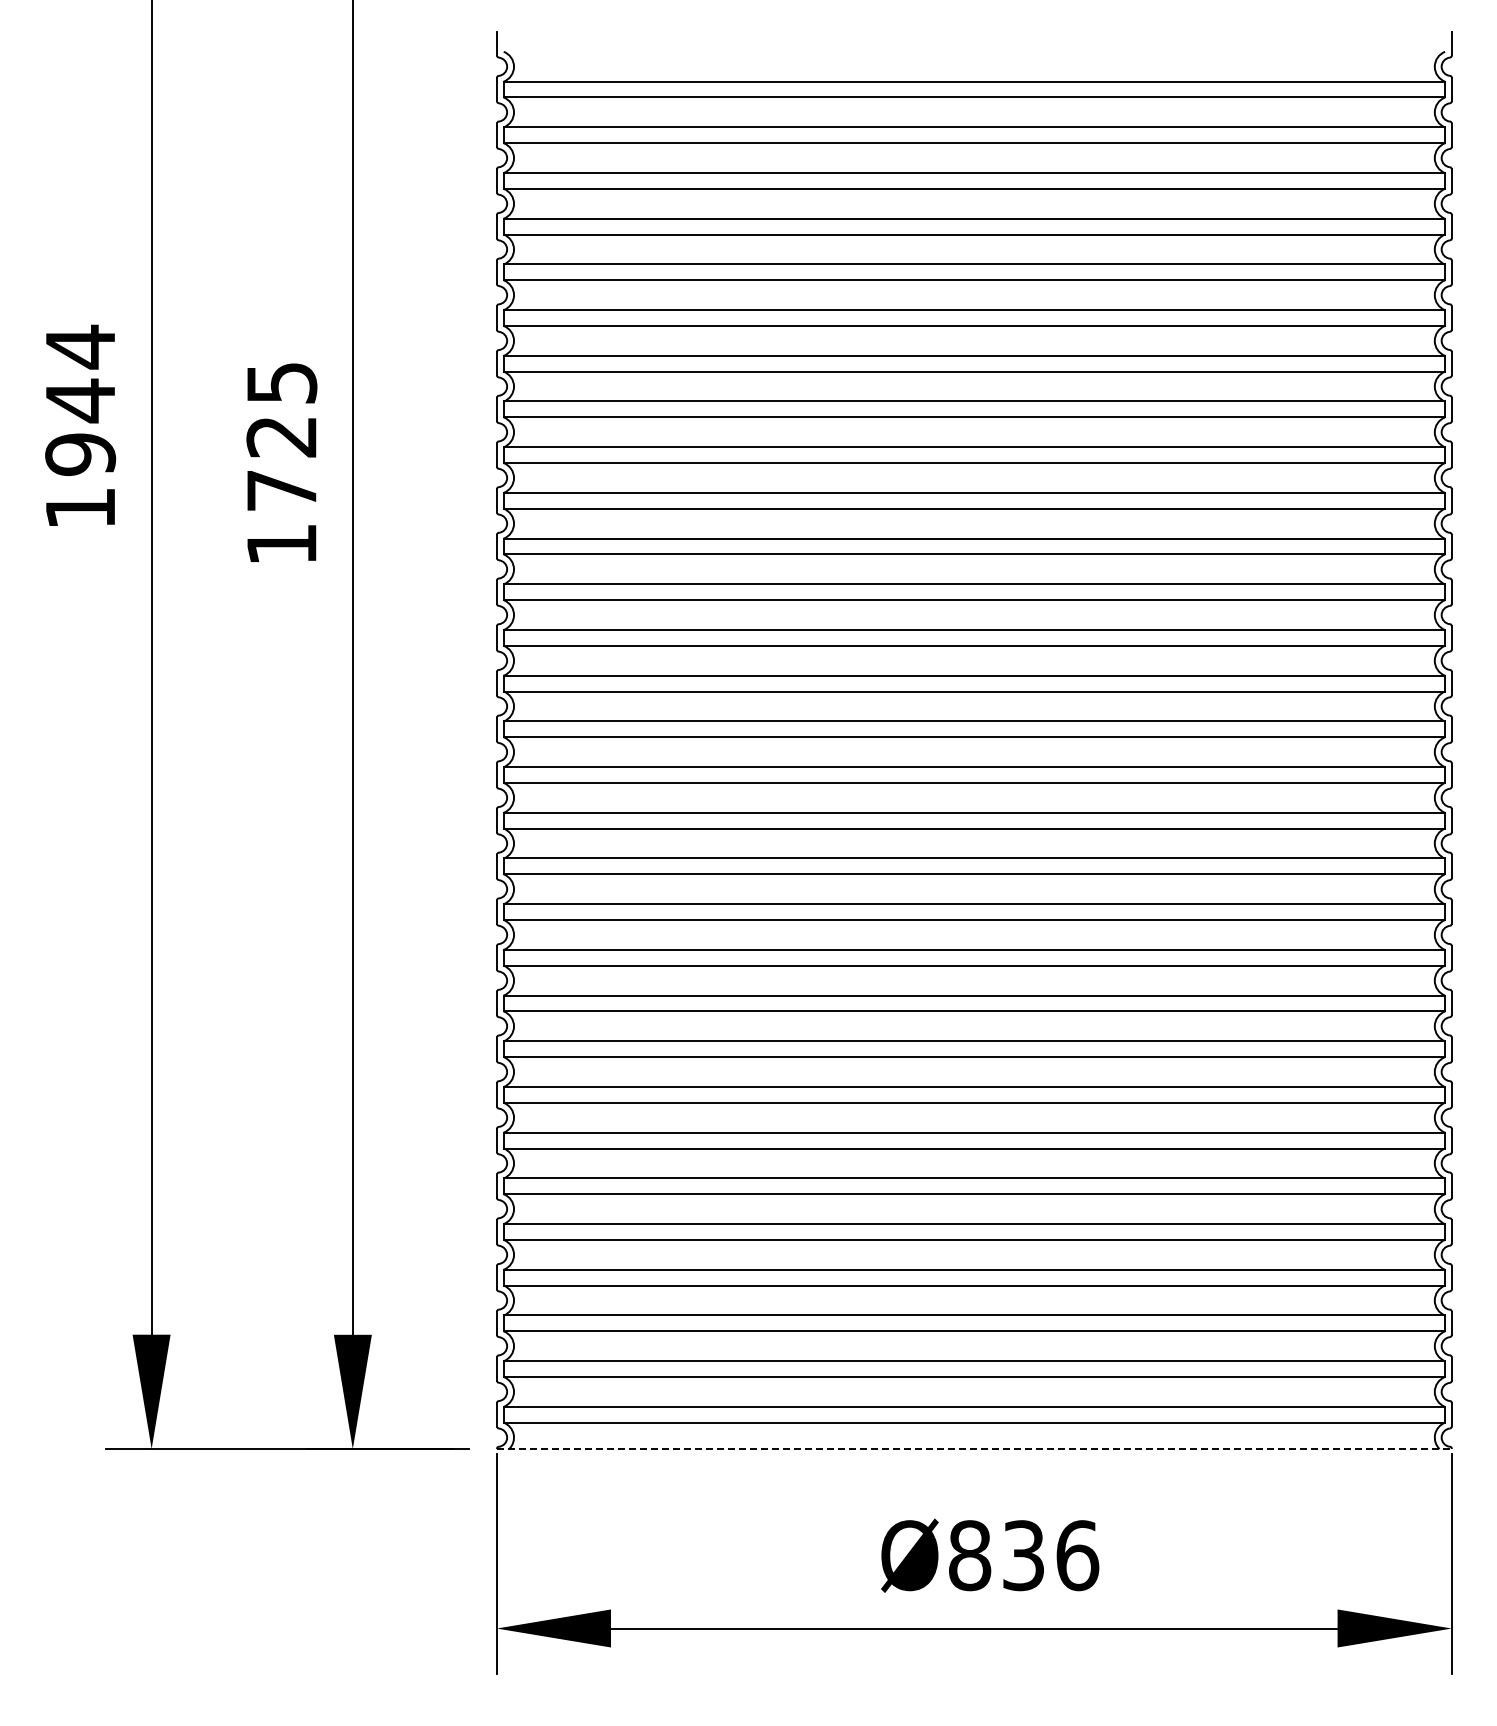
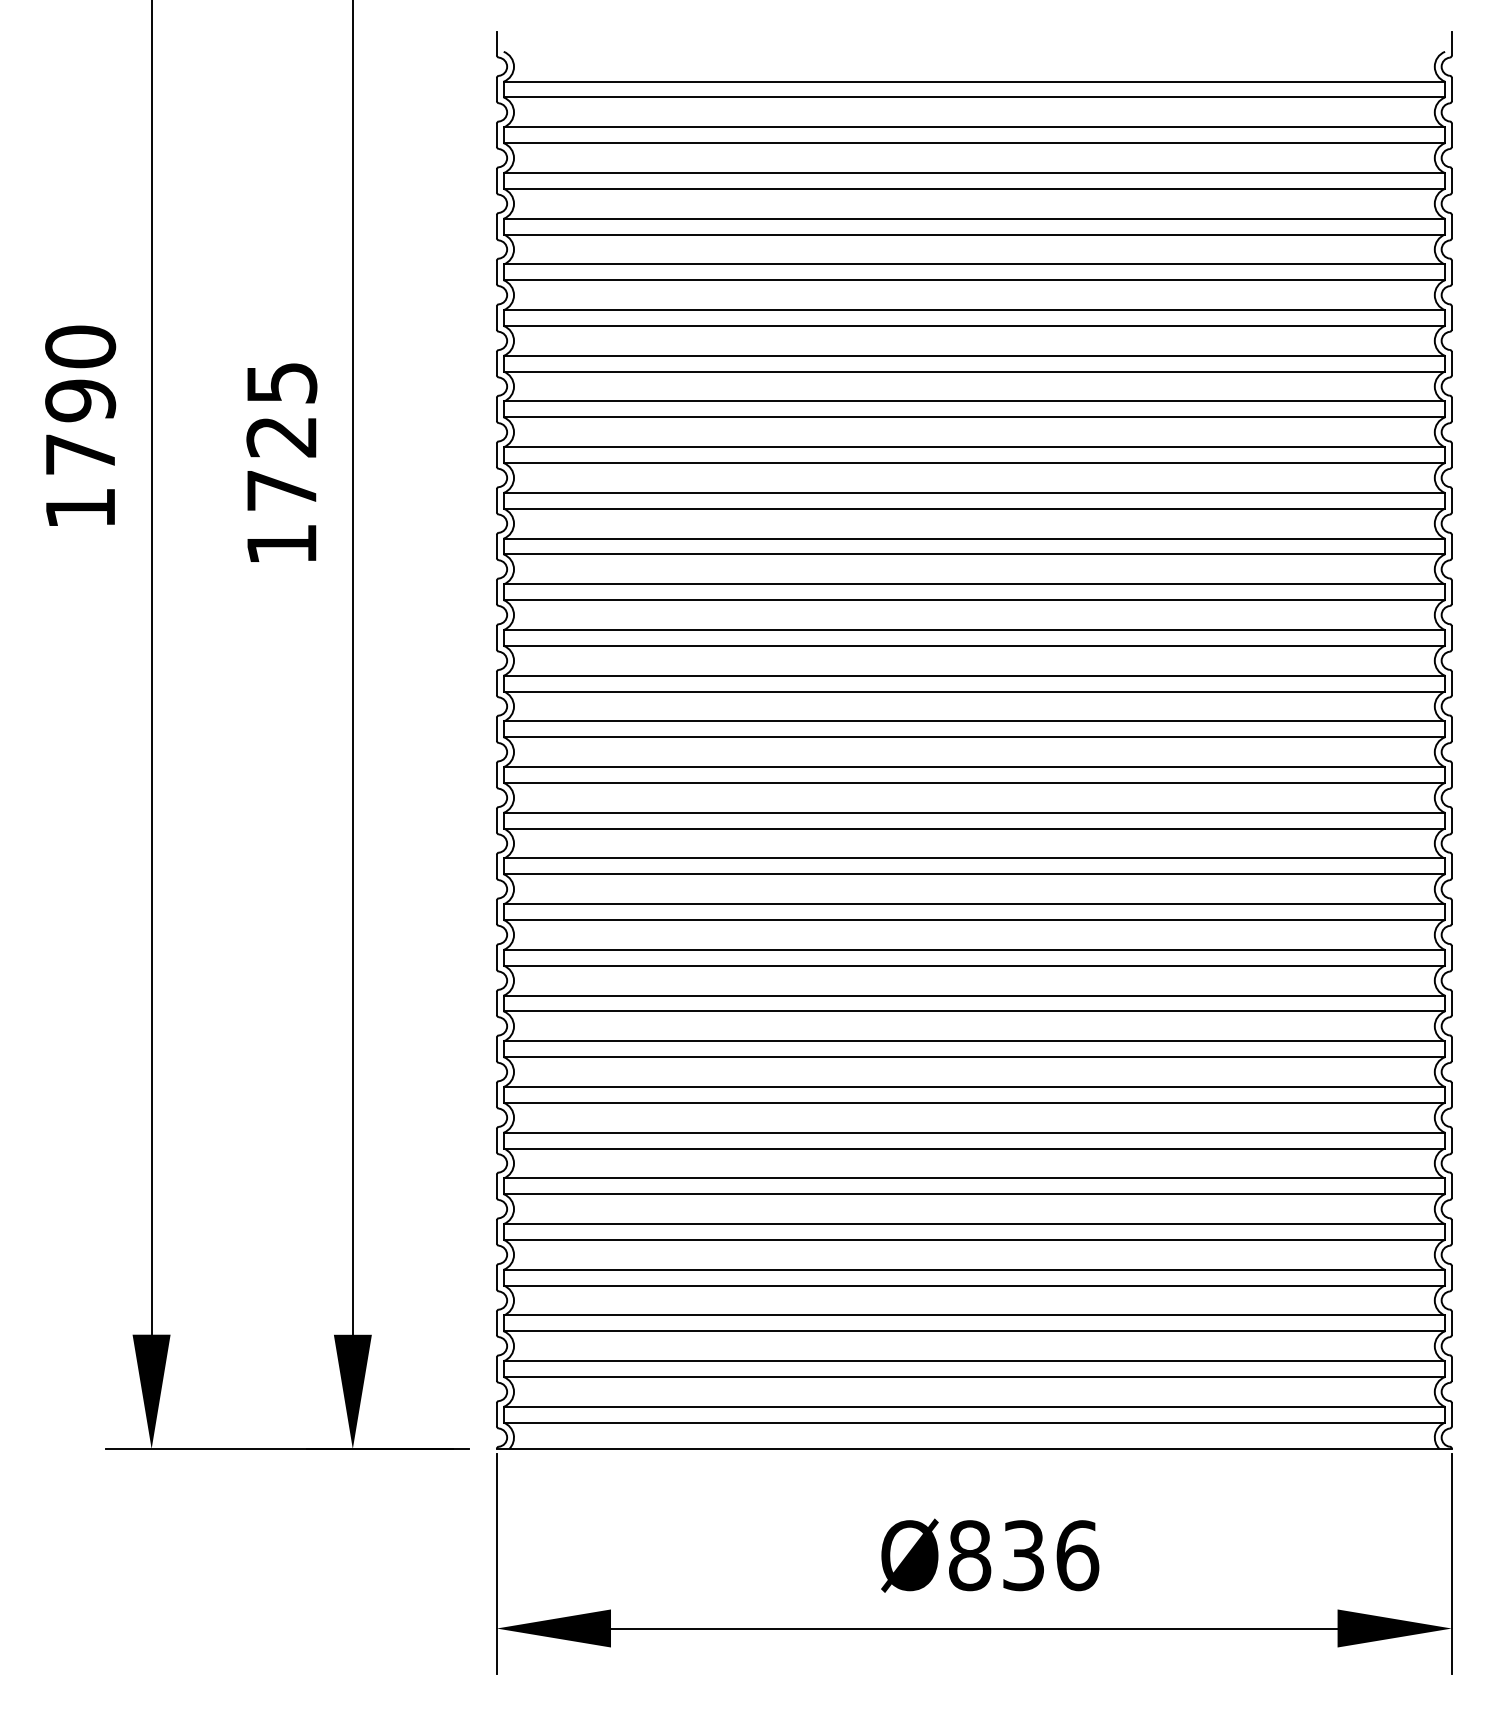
text at (80, 400): 1944 -> 1790
line at (974, 1449): dashed -> solid
